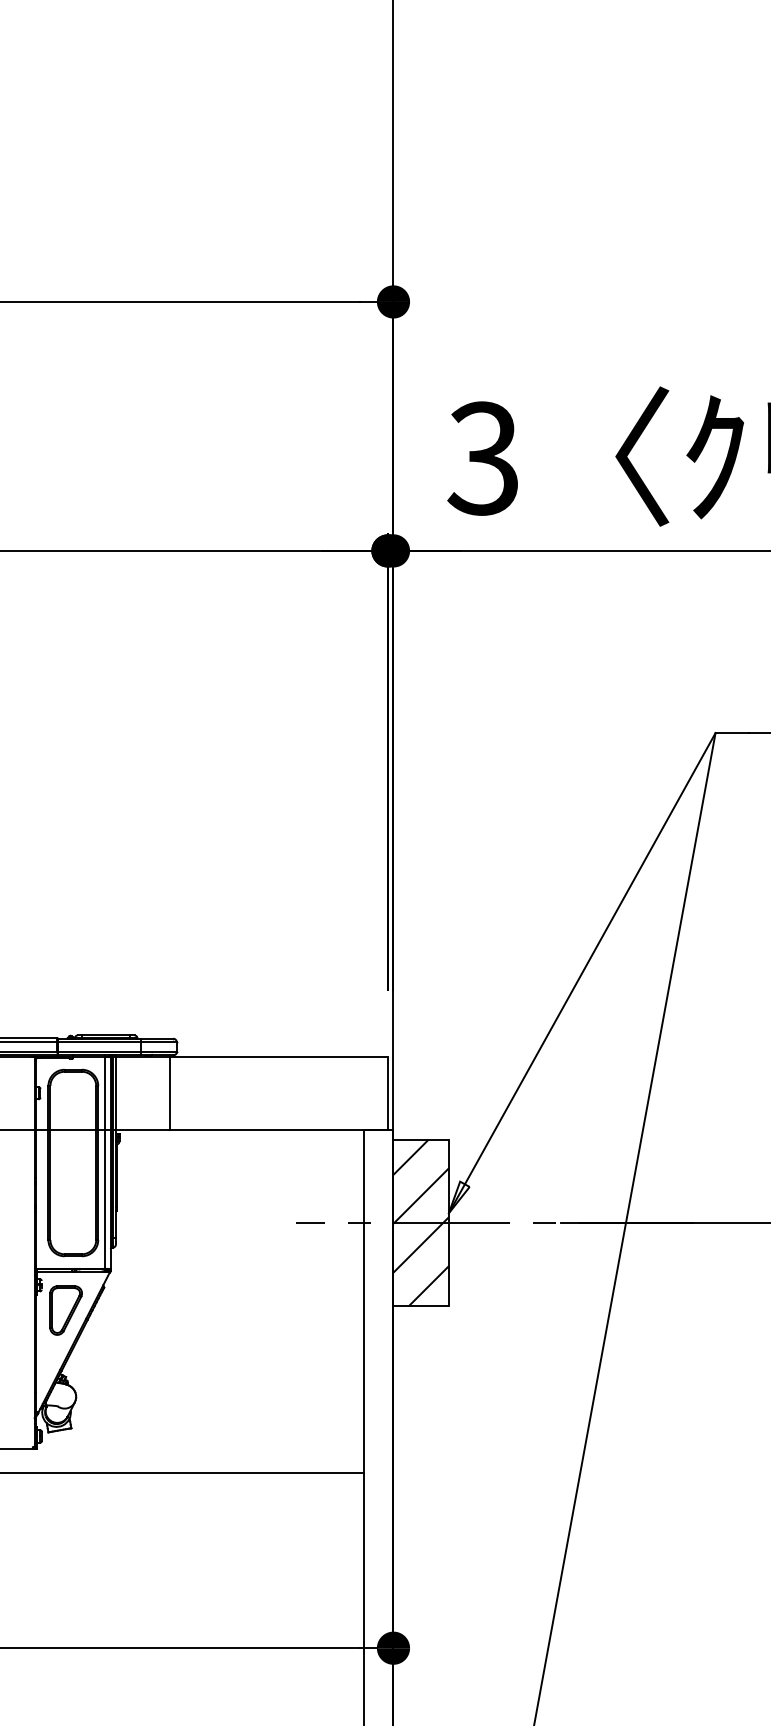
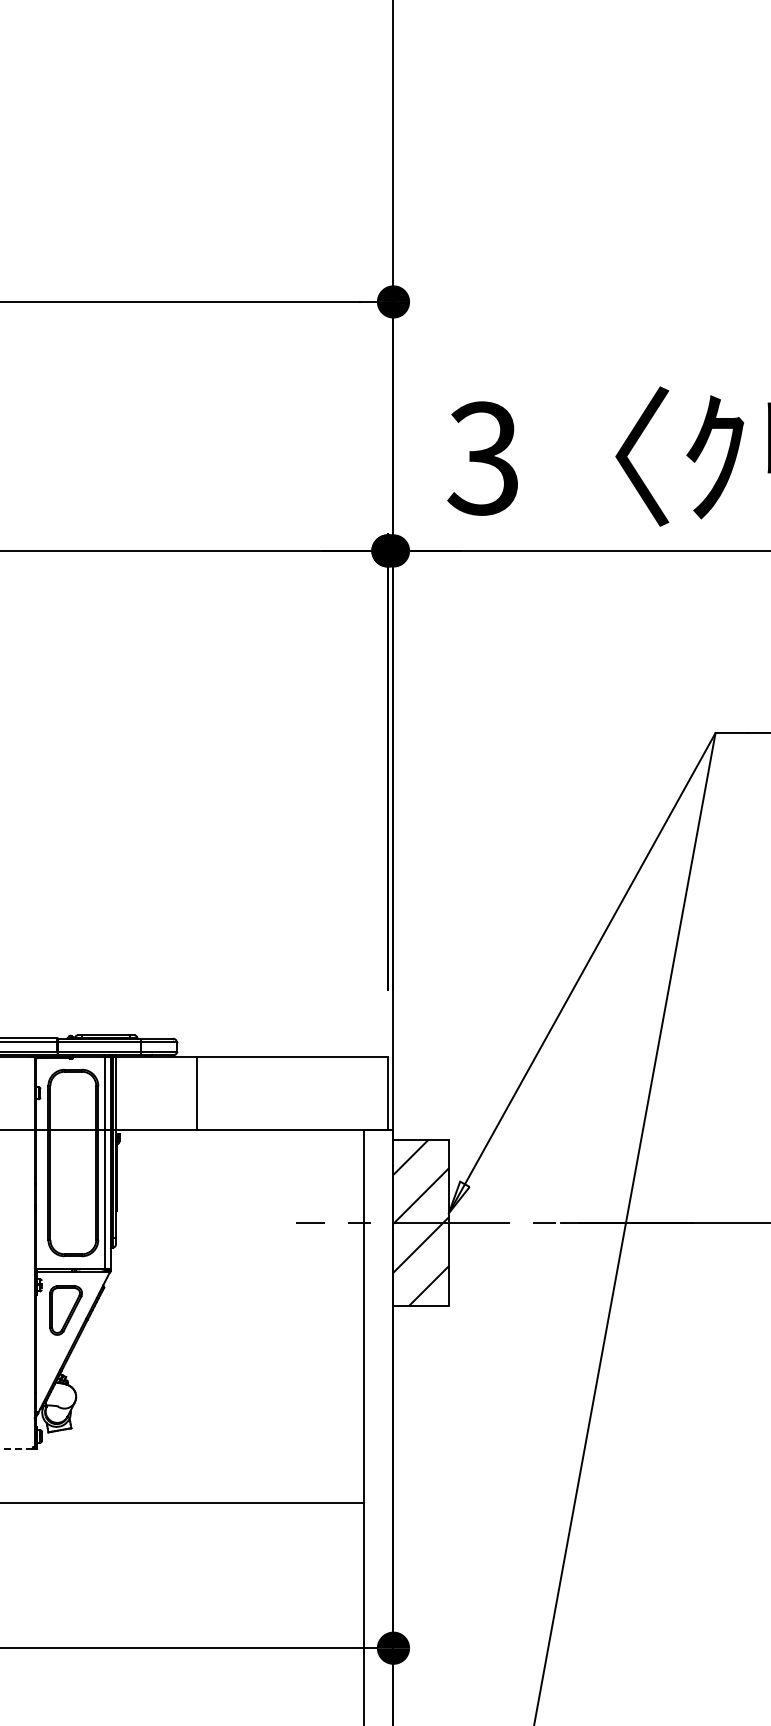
line at (170, 1093) position: (170, 1093) -> (197, 1093)
line at (16, 1448): solid -> dashed
line at (182, 1473) position: (182, 1473) -> (182, 1503)
